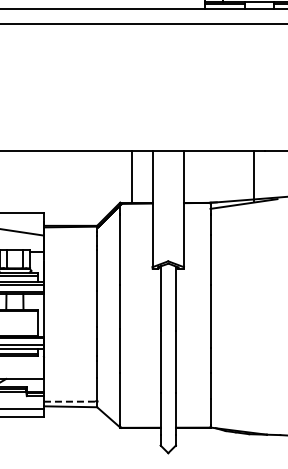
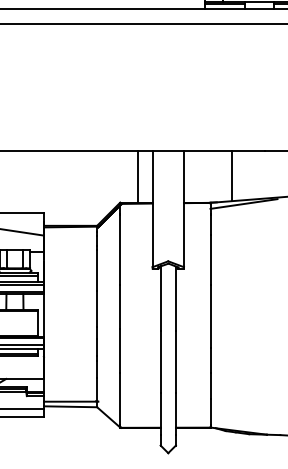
line at (132, 176) position: (132, 176) -> (138, 176)
line at (254, 176) position: (254, 176) -> (232, 176)
line at (71, 401): dashed -> solid
